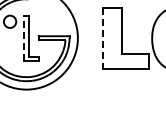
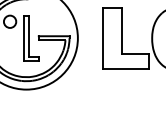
line at (24, 38): dashed -> solid
line at (103, 38): dashed -> solid
